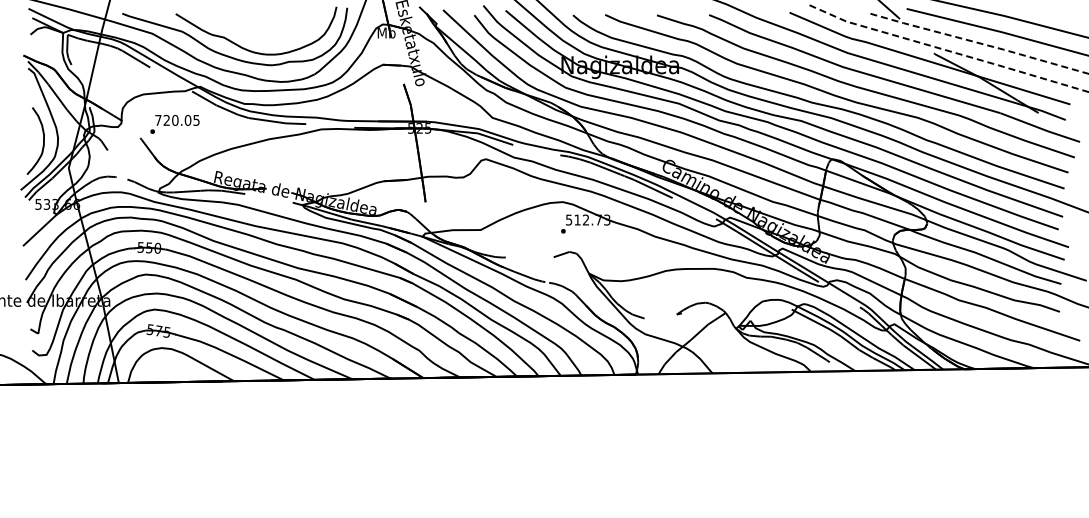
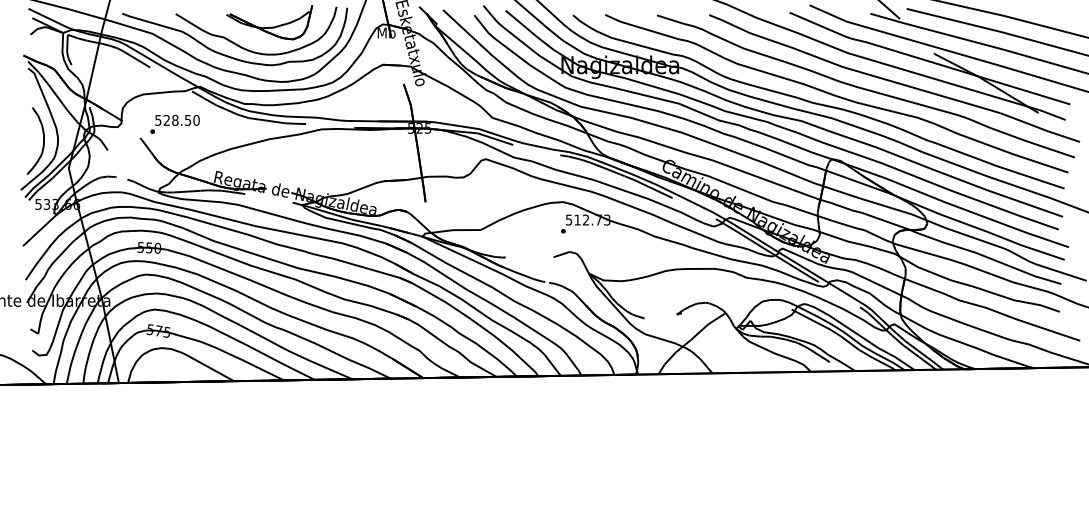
part at (269, 22): none -> present
line at (979, 43): dashed -> solid
line at (948, 50): dashed -> solid
text at (177, 119): 720.05 -> 528.50
